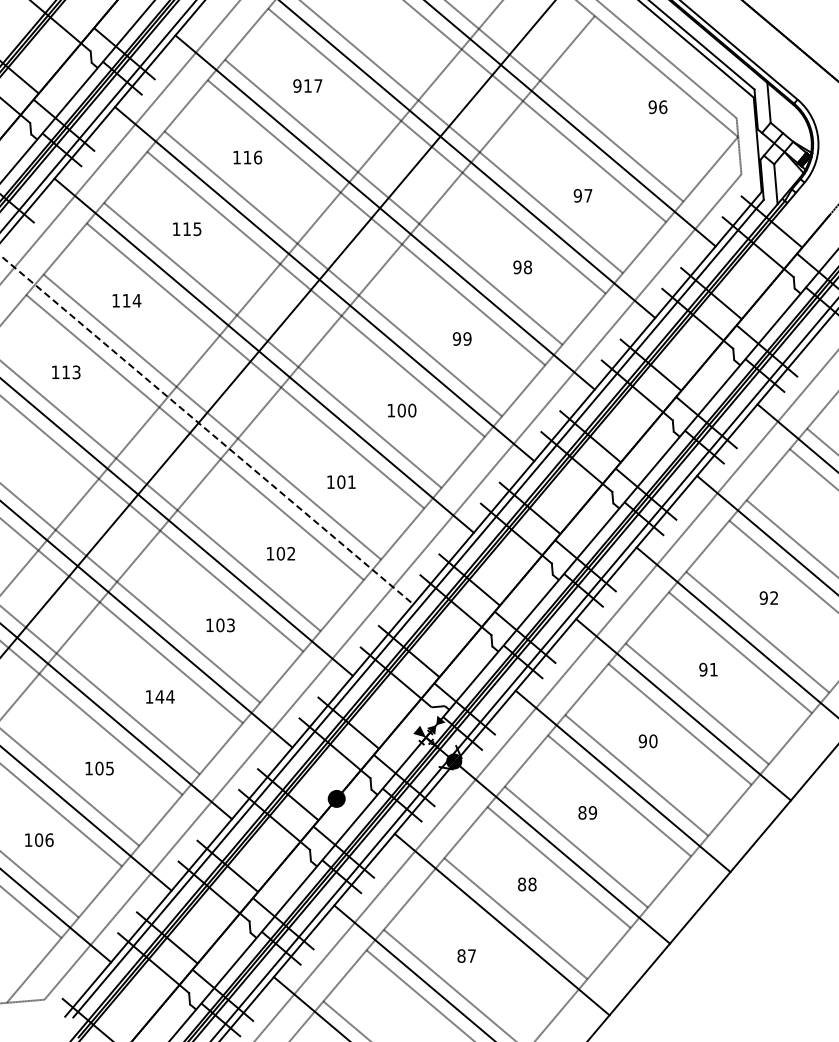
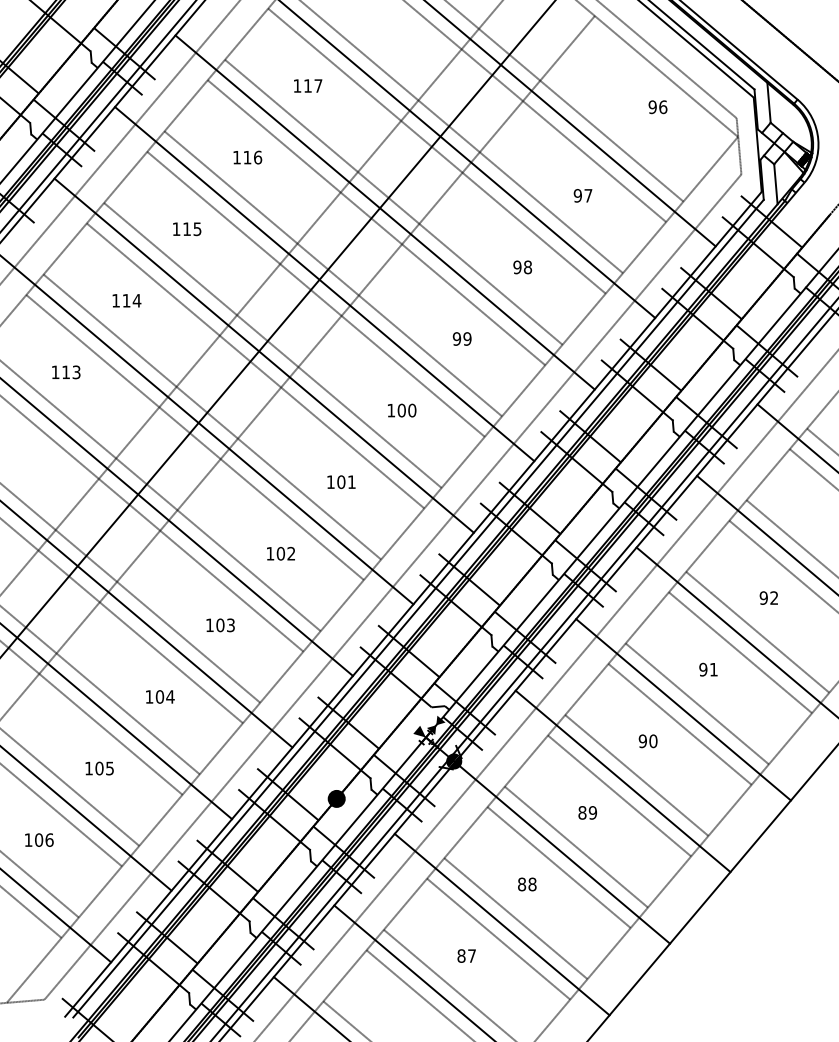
text at (297, 85): 917 -> 117
line at (207, 430): dashed -> solid
text at (159, 696): 144 -> 104
line at (498, 938): none -> present
